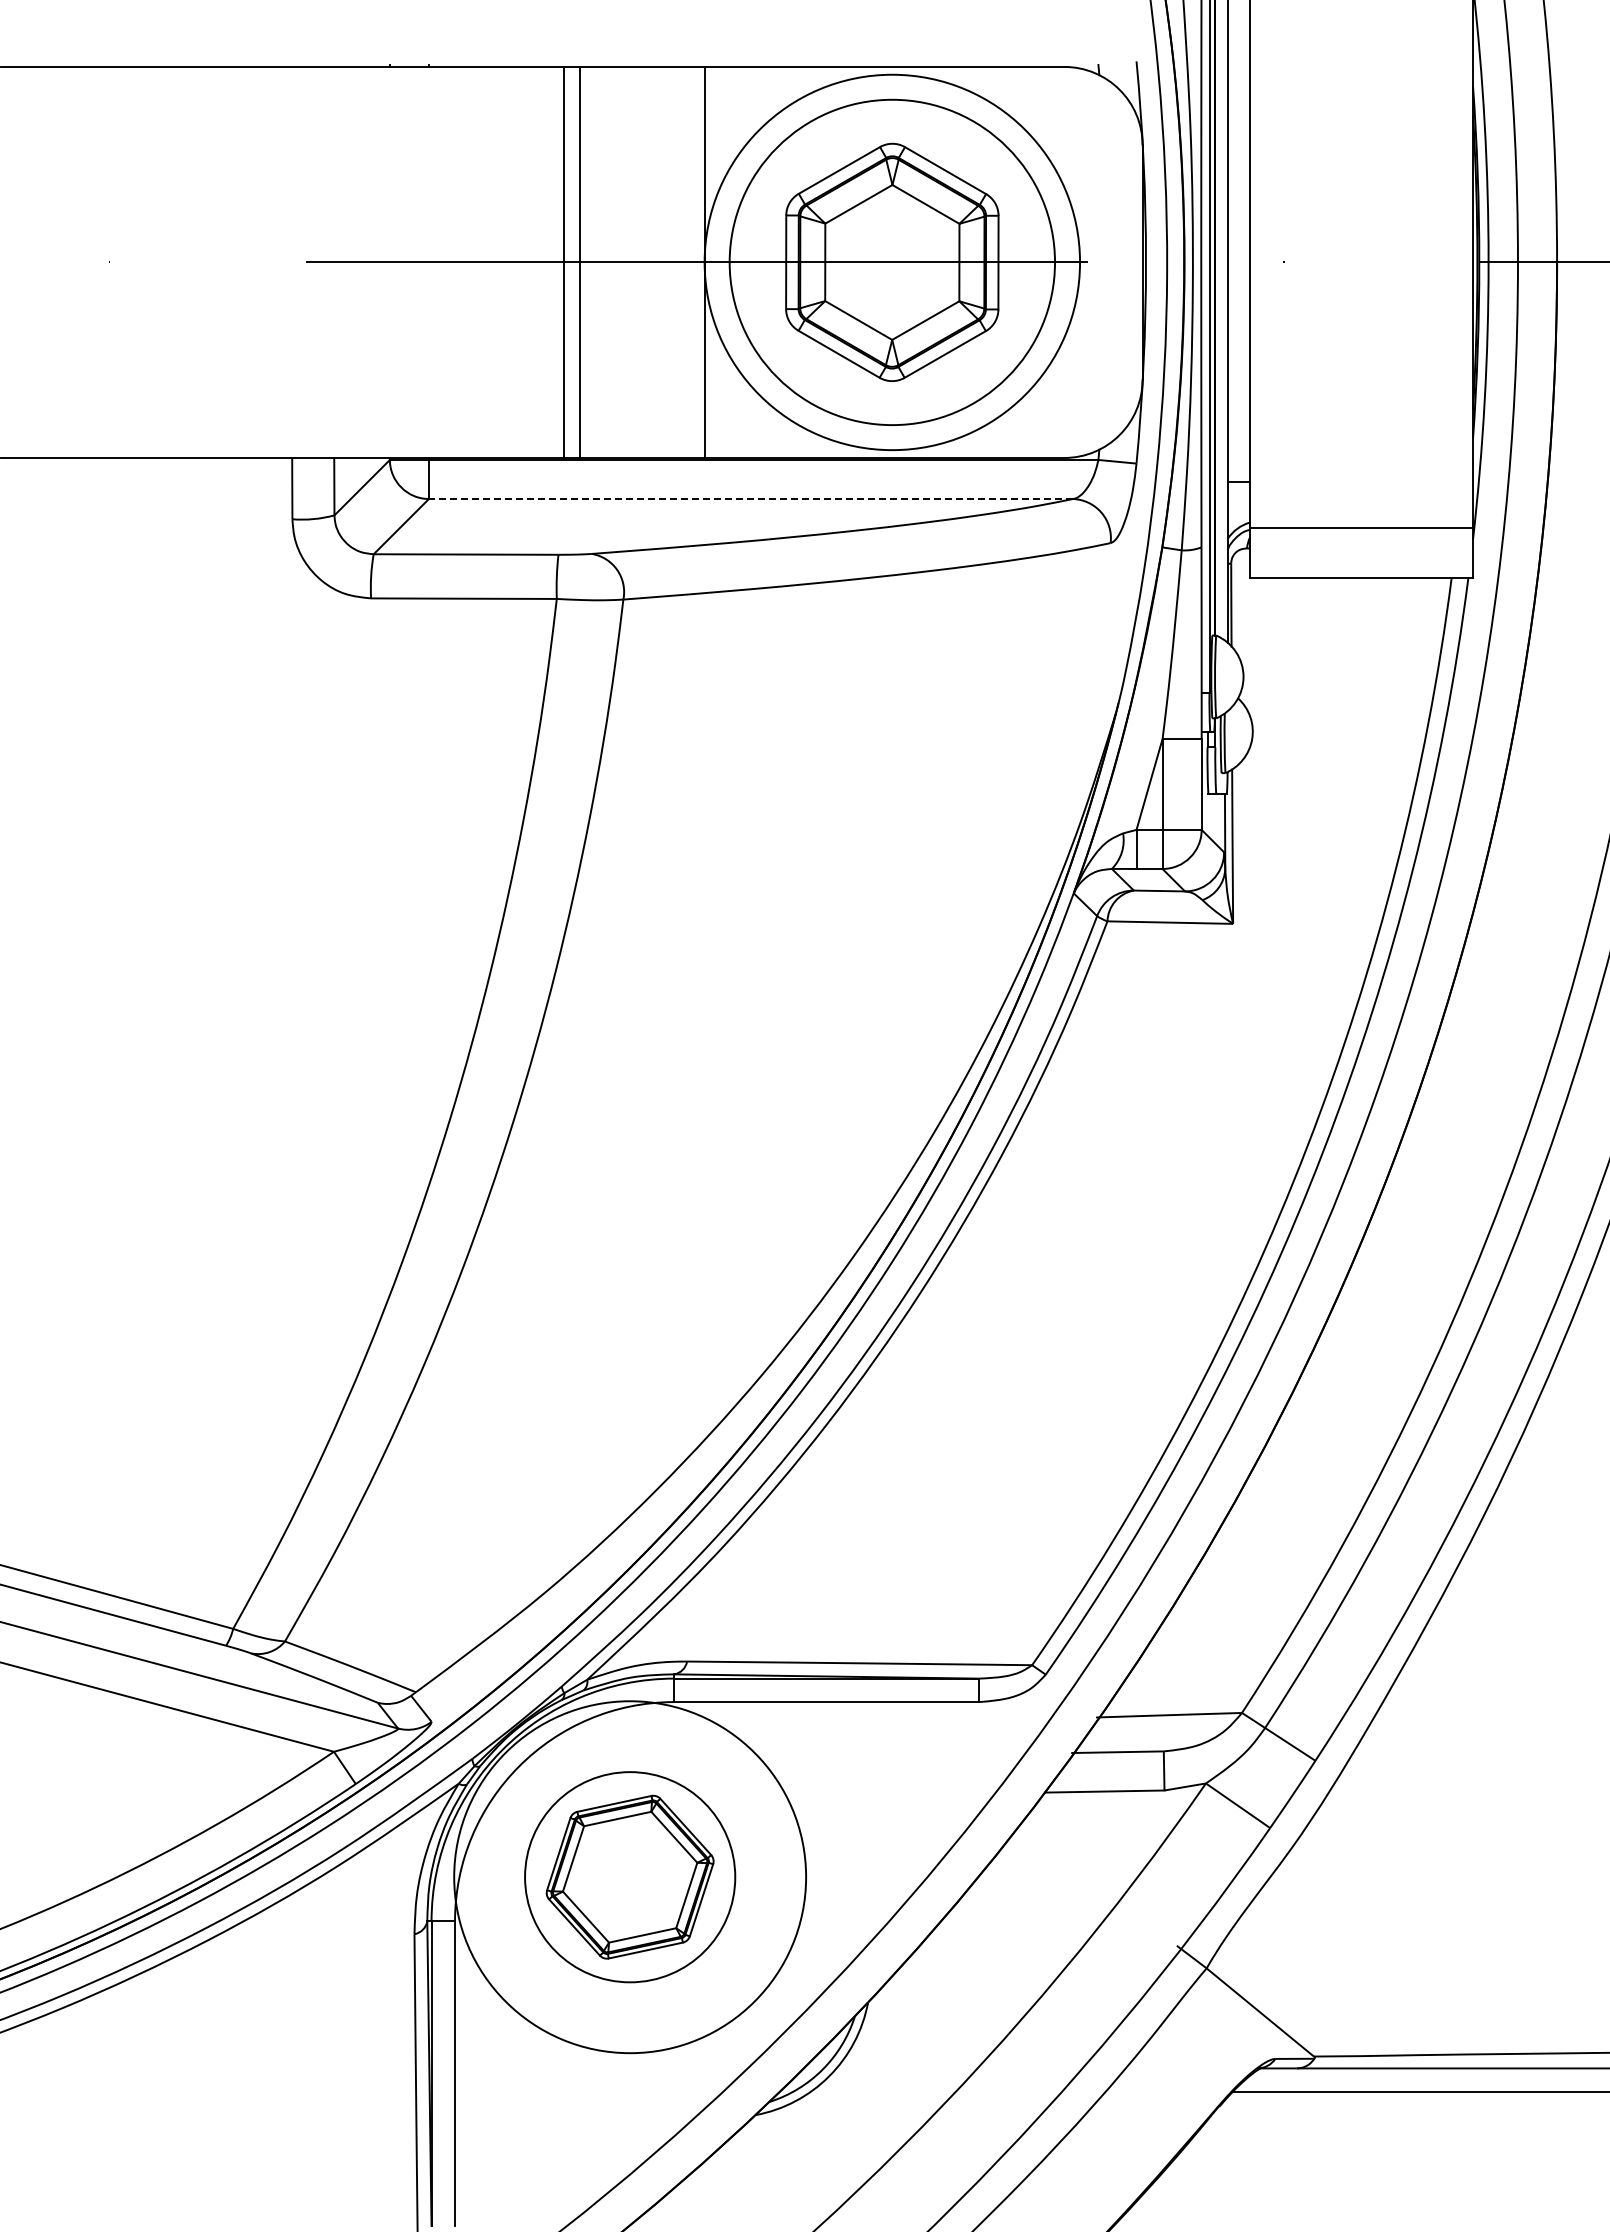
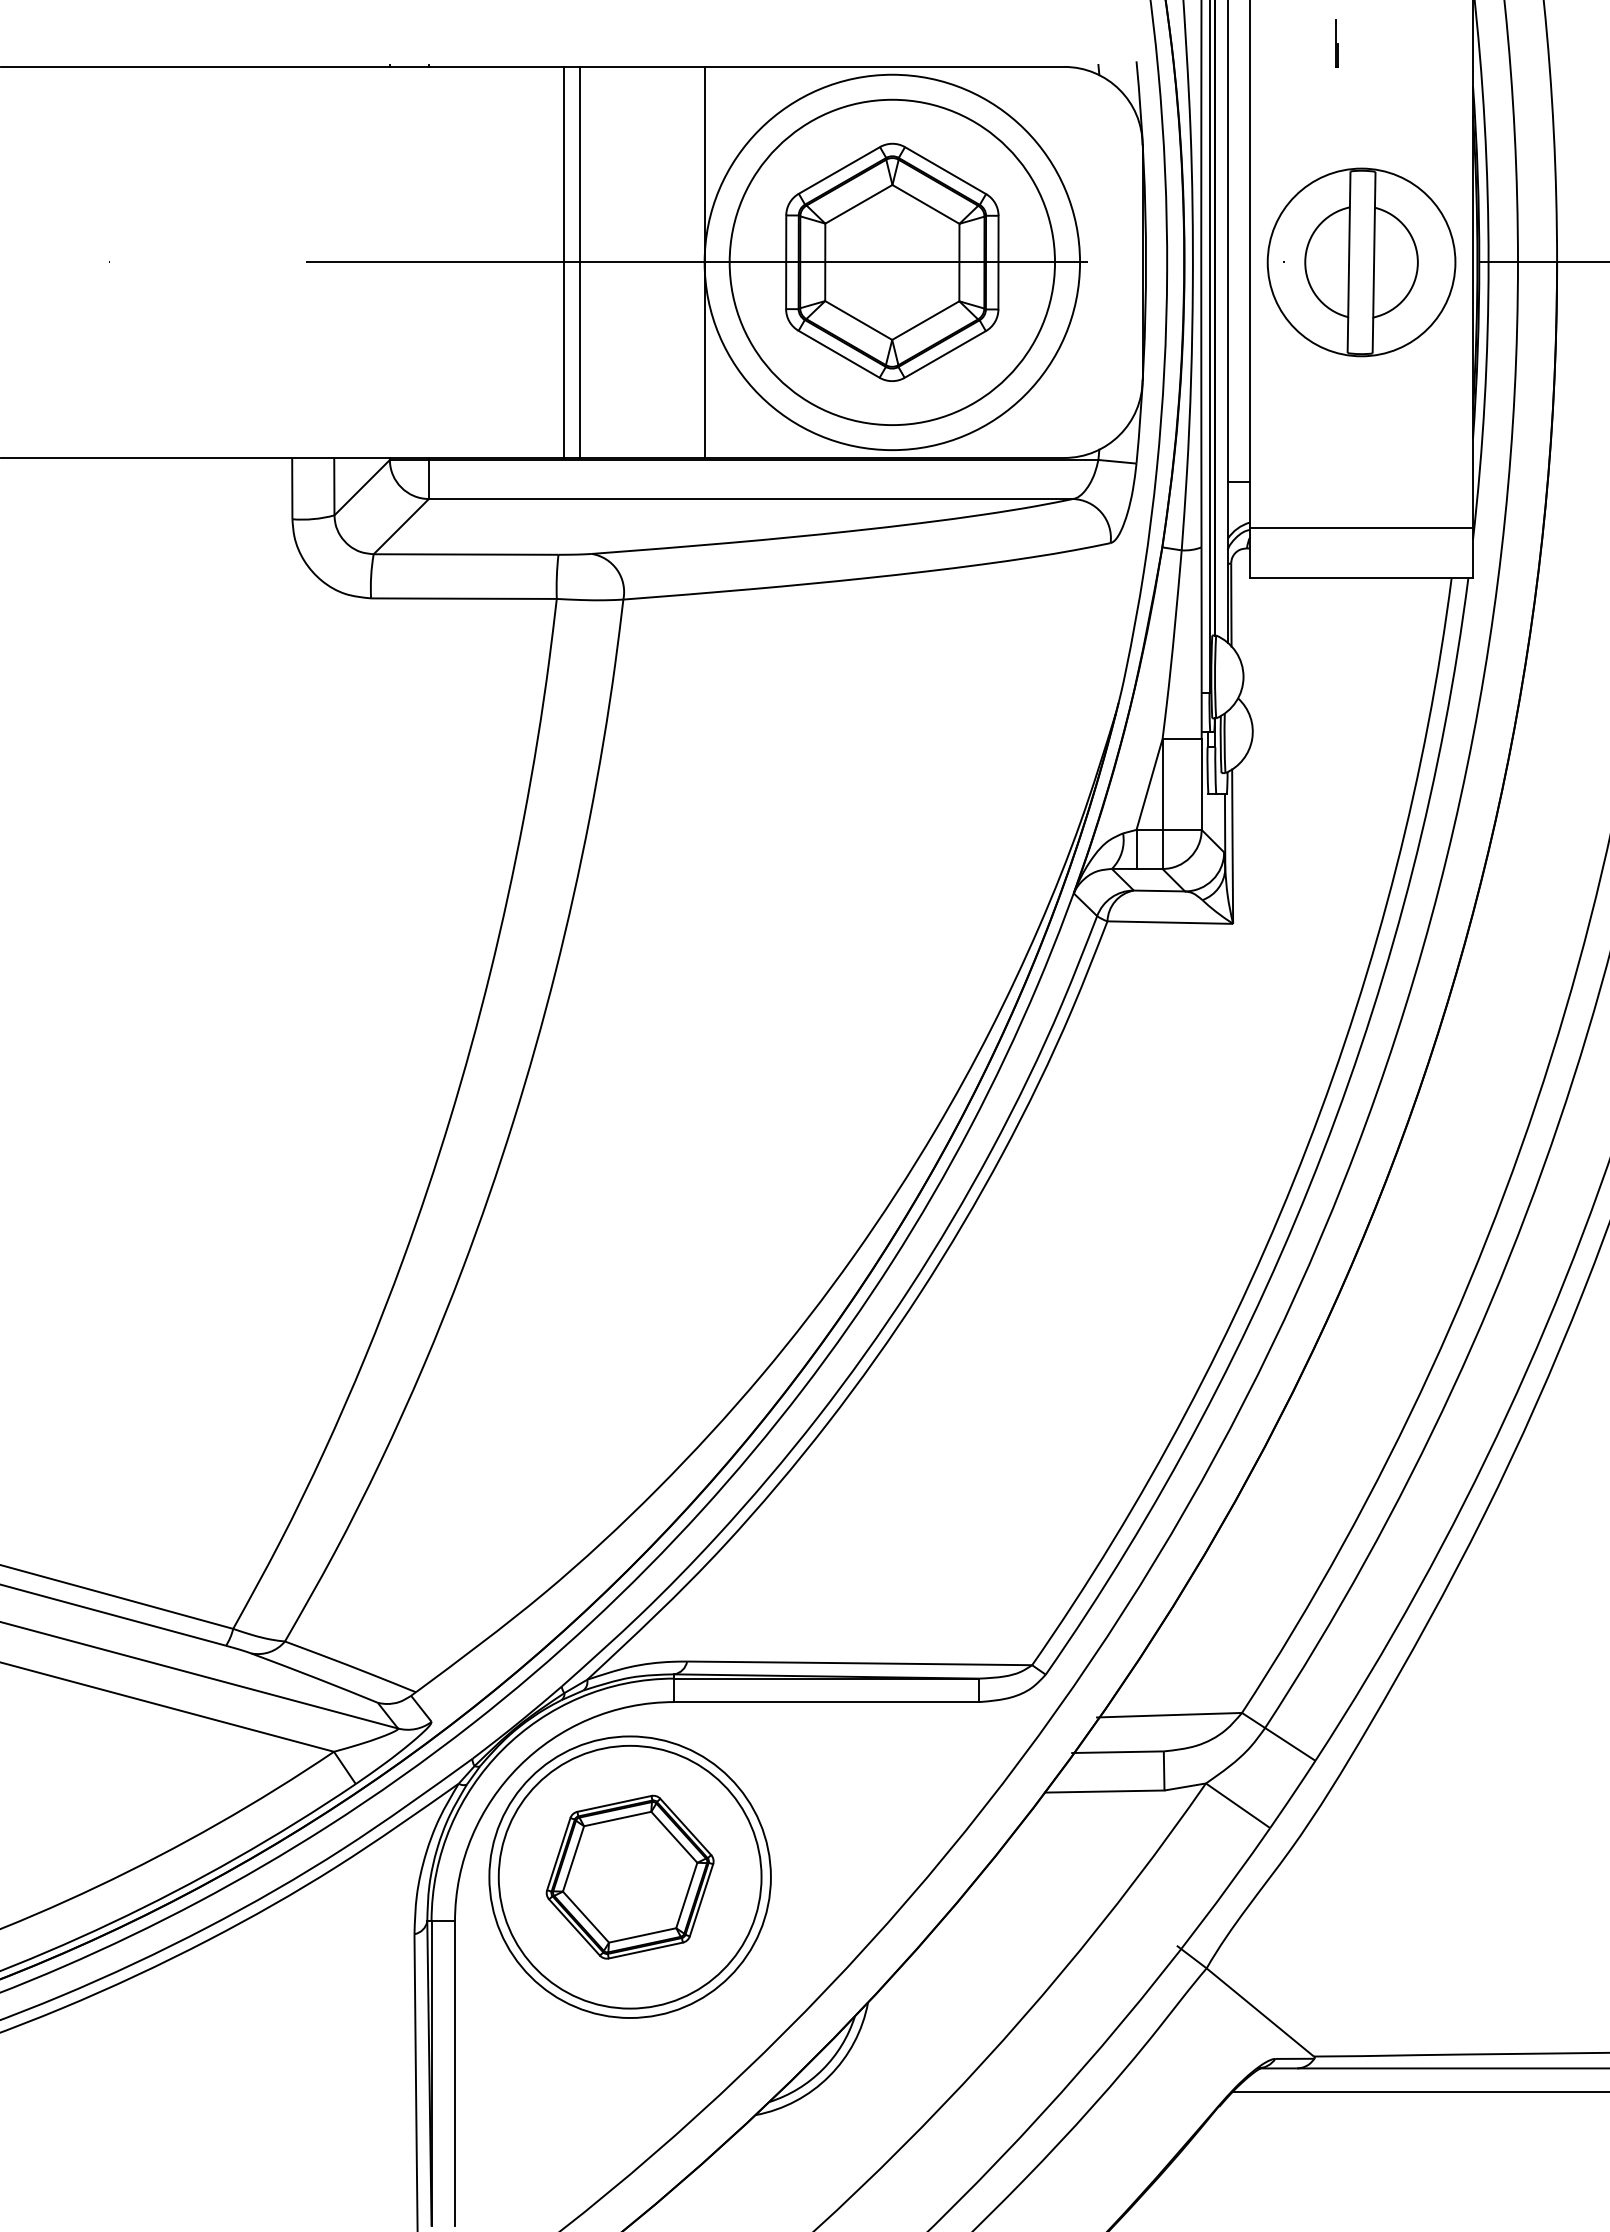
line at (1336, 43): none -> present
part at (1361, 262): none -> present
line at (750, 499): dashed -> solid
circle at (630, 1877) diameter: 210 px -> 263 px
circle at (630, 1877) diameter: 352 px -> 282 px
